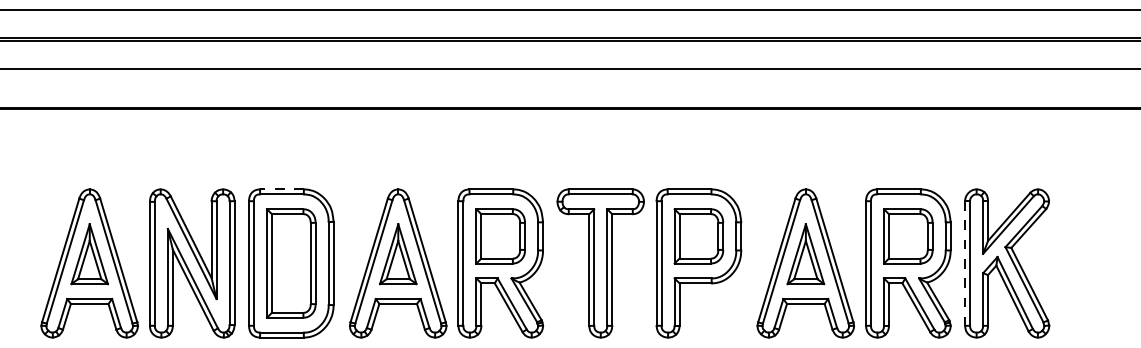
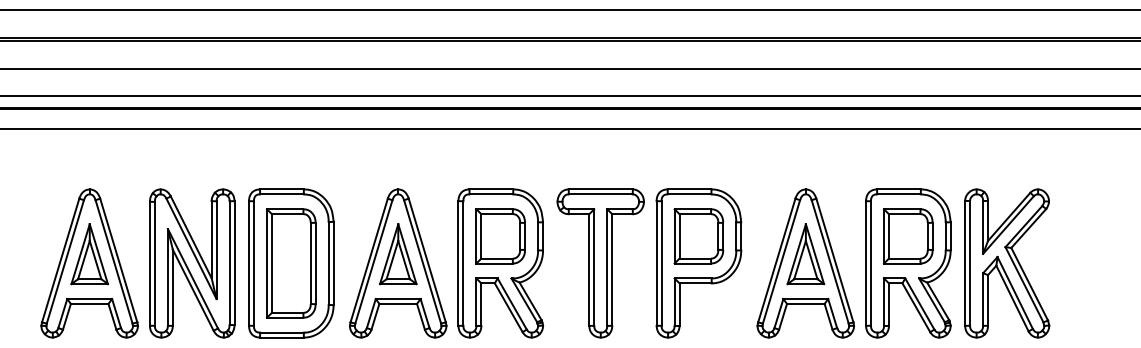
line at (569, 96): none -> present
line at (569, 129): none -> present
line at (281, 189): dashed -> solid
line at (965, 263): dashed -> solid
